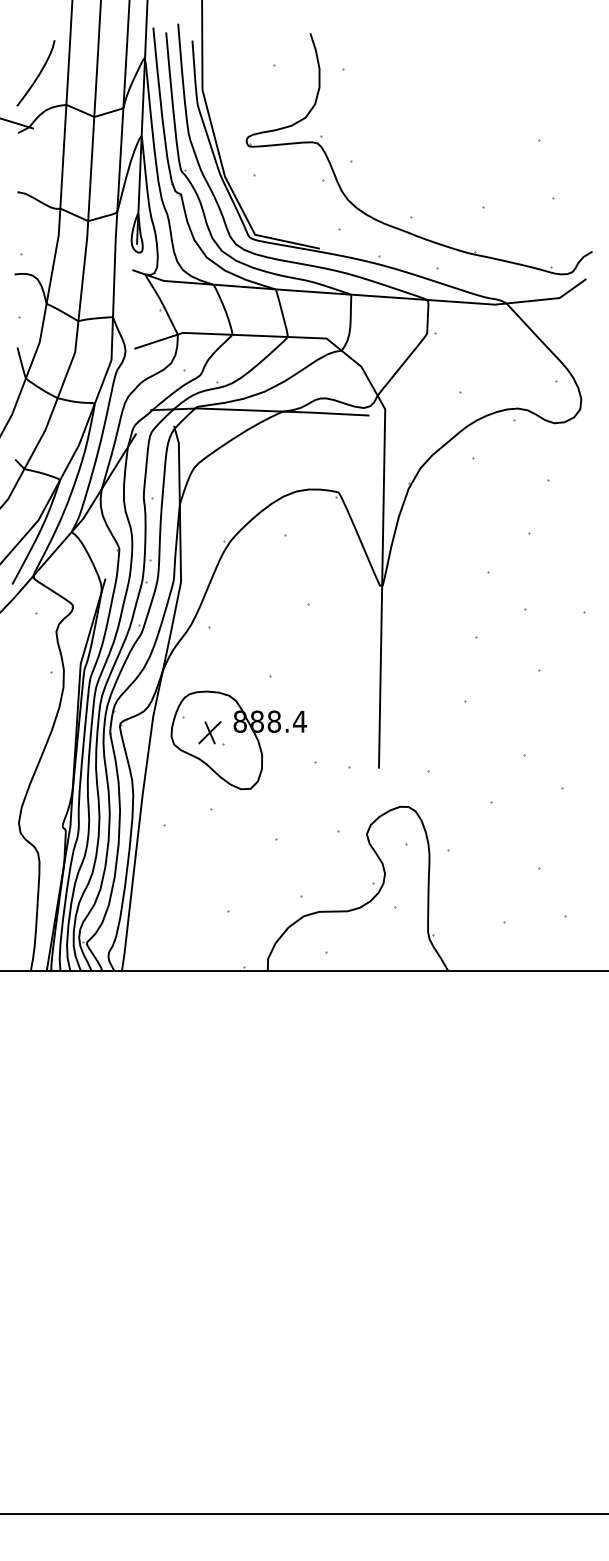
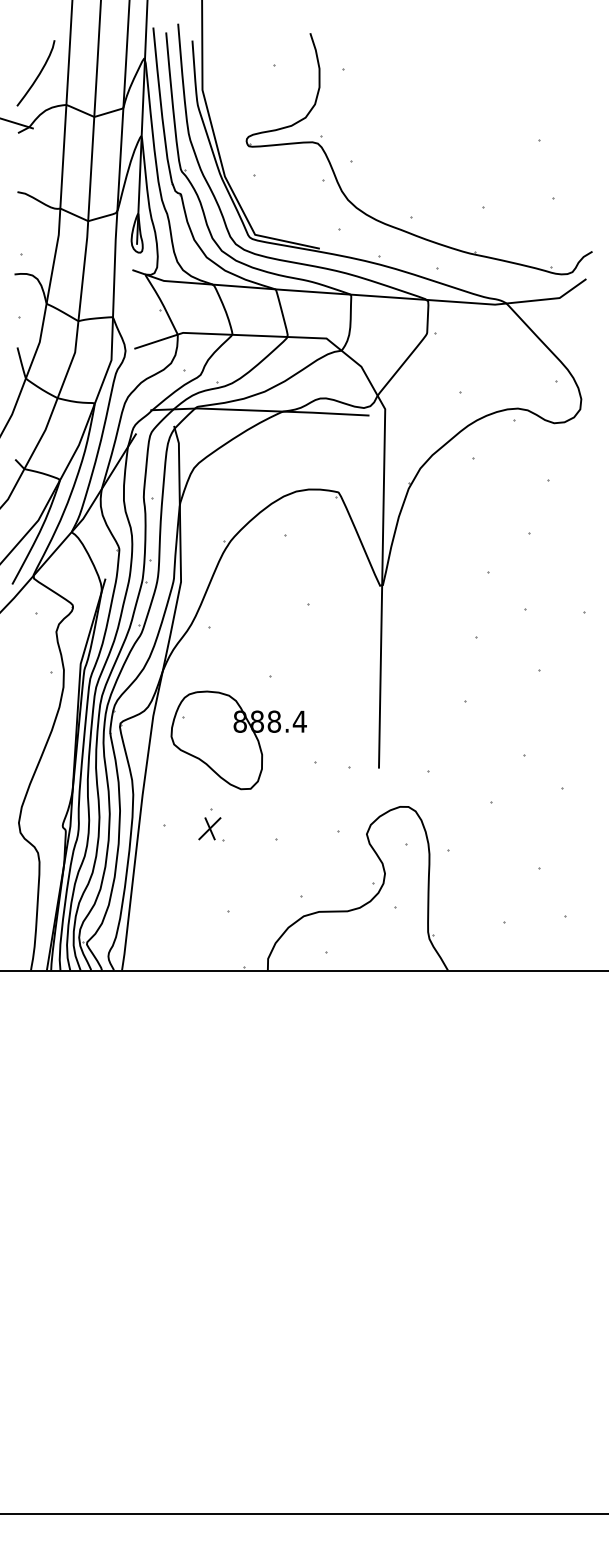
part at (211, 733) position: (211, 733) -> (211, 829)
